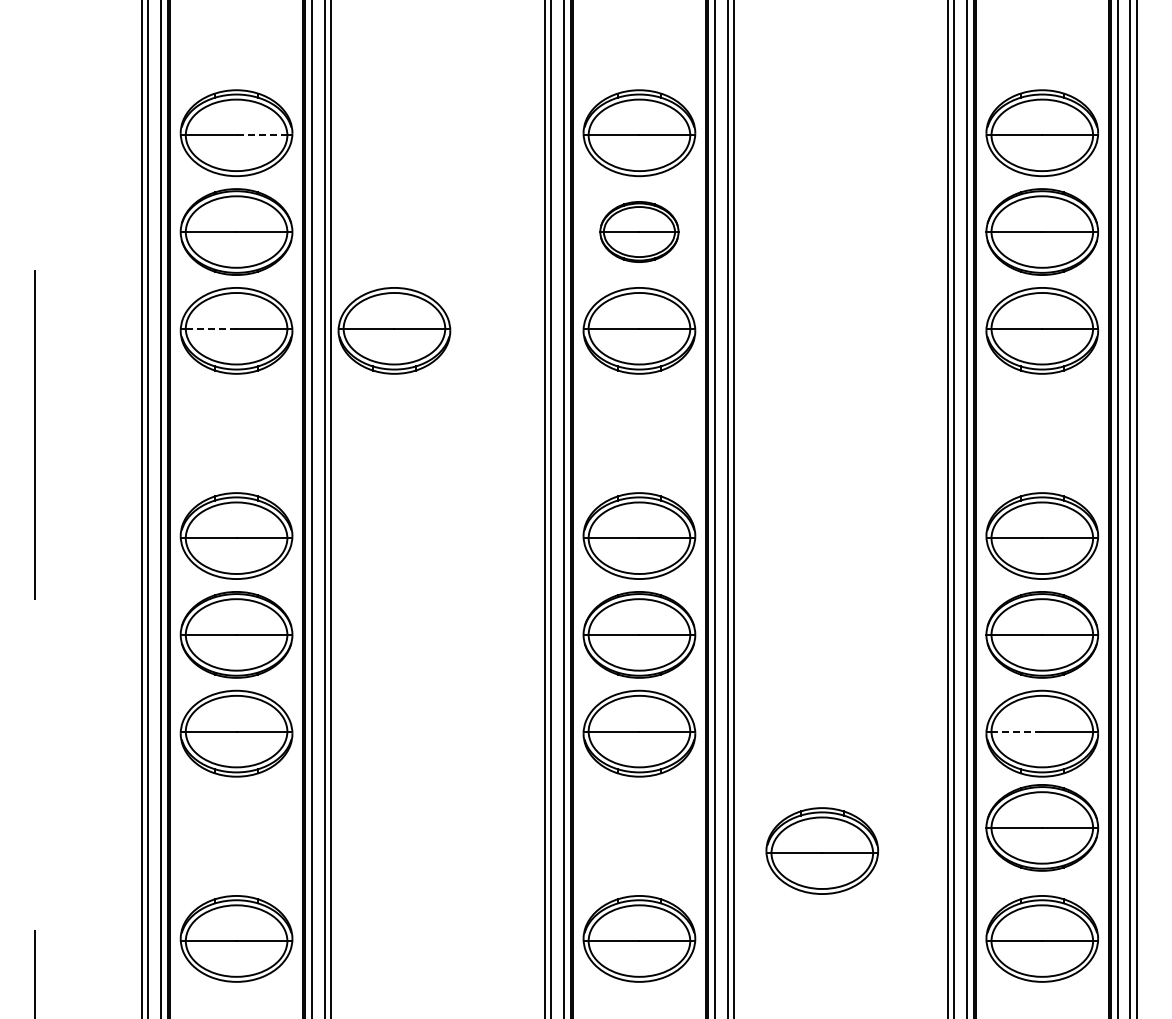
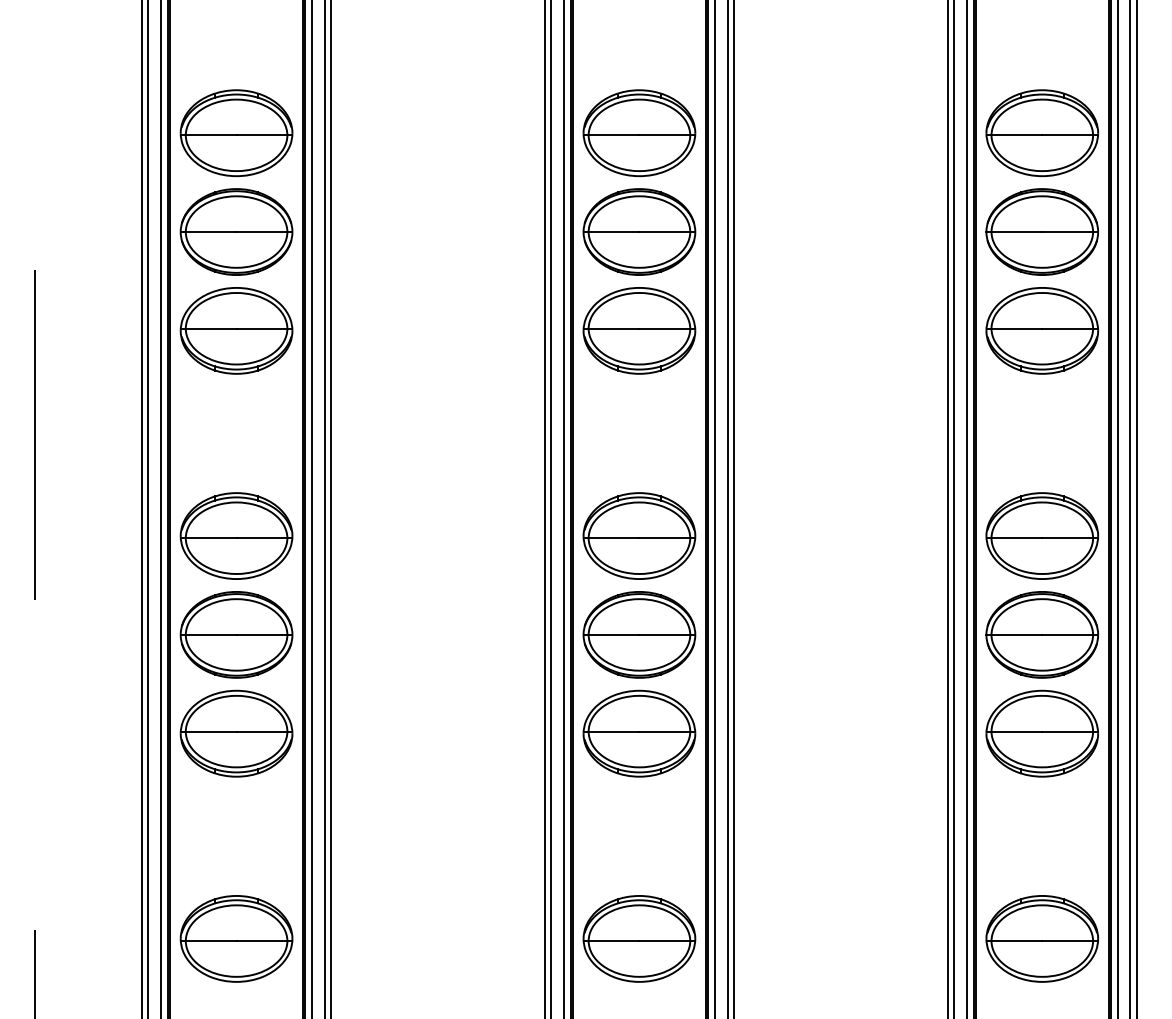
line at (262, 135): dashed -> solid
part at (639, 231) size: 81x62 px -> 115x88 px
line at (210, 328): dashed -> solid
part at (394, 330): present -> none
line at (1016, 731): dashed -> solid
part at (1041, 827): present -> none
part at (821, 850): present -> none
